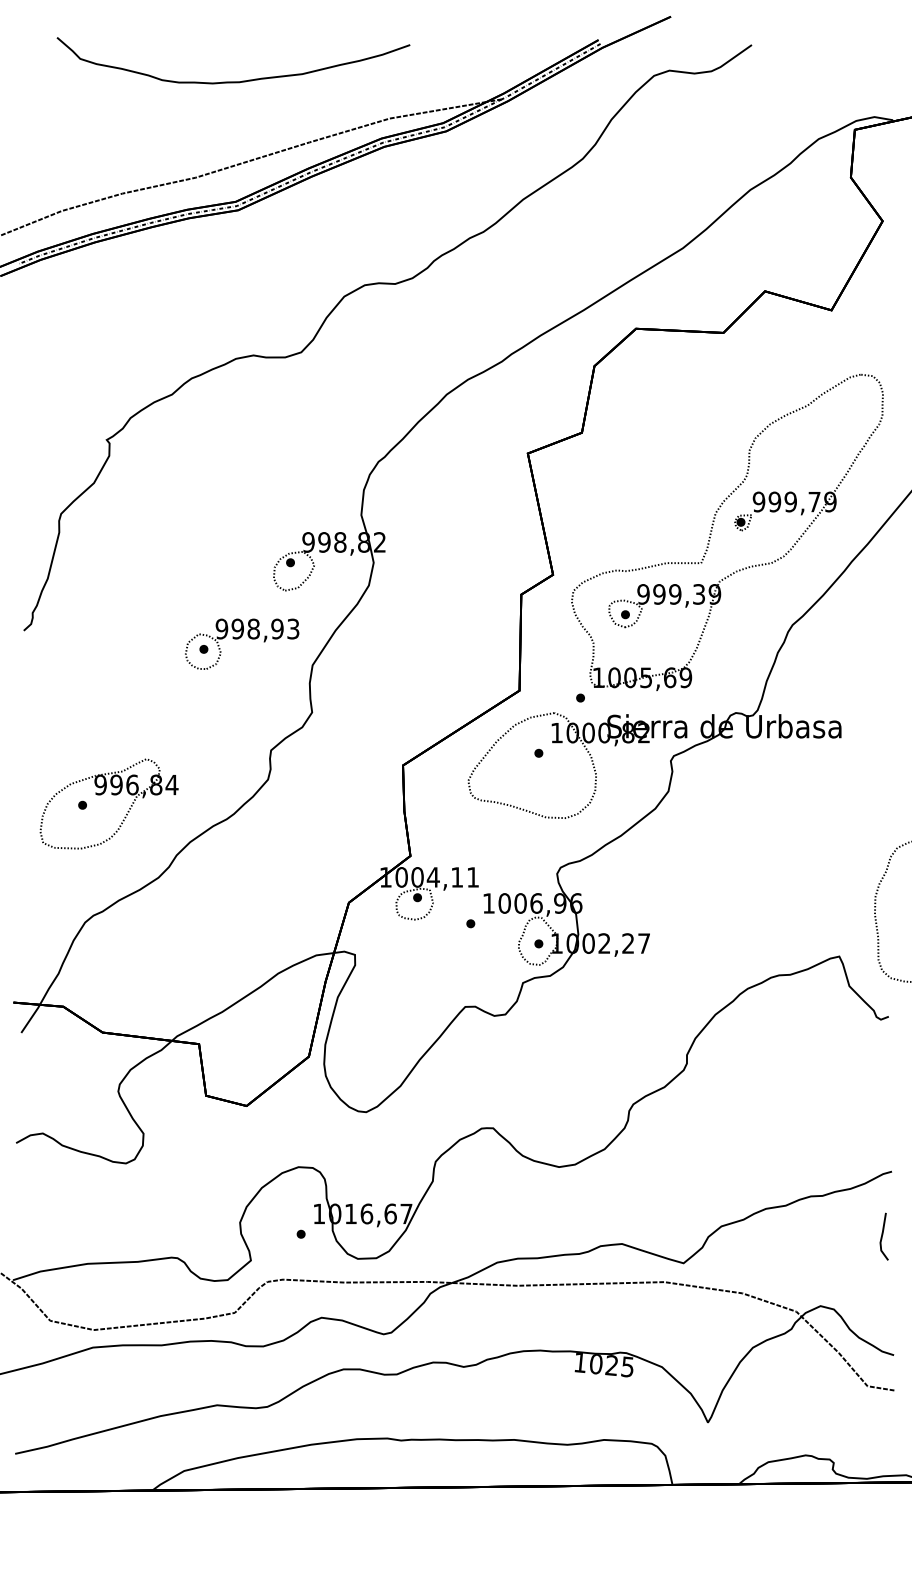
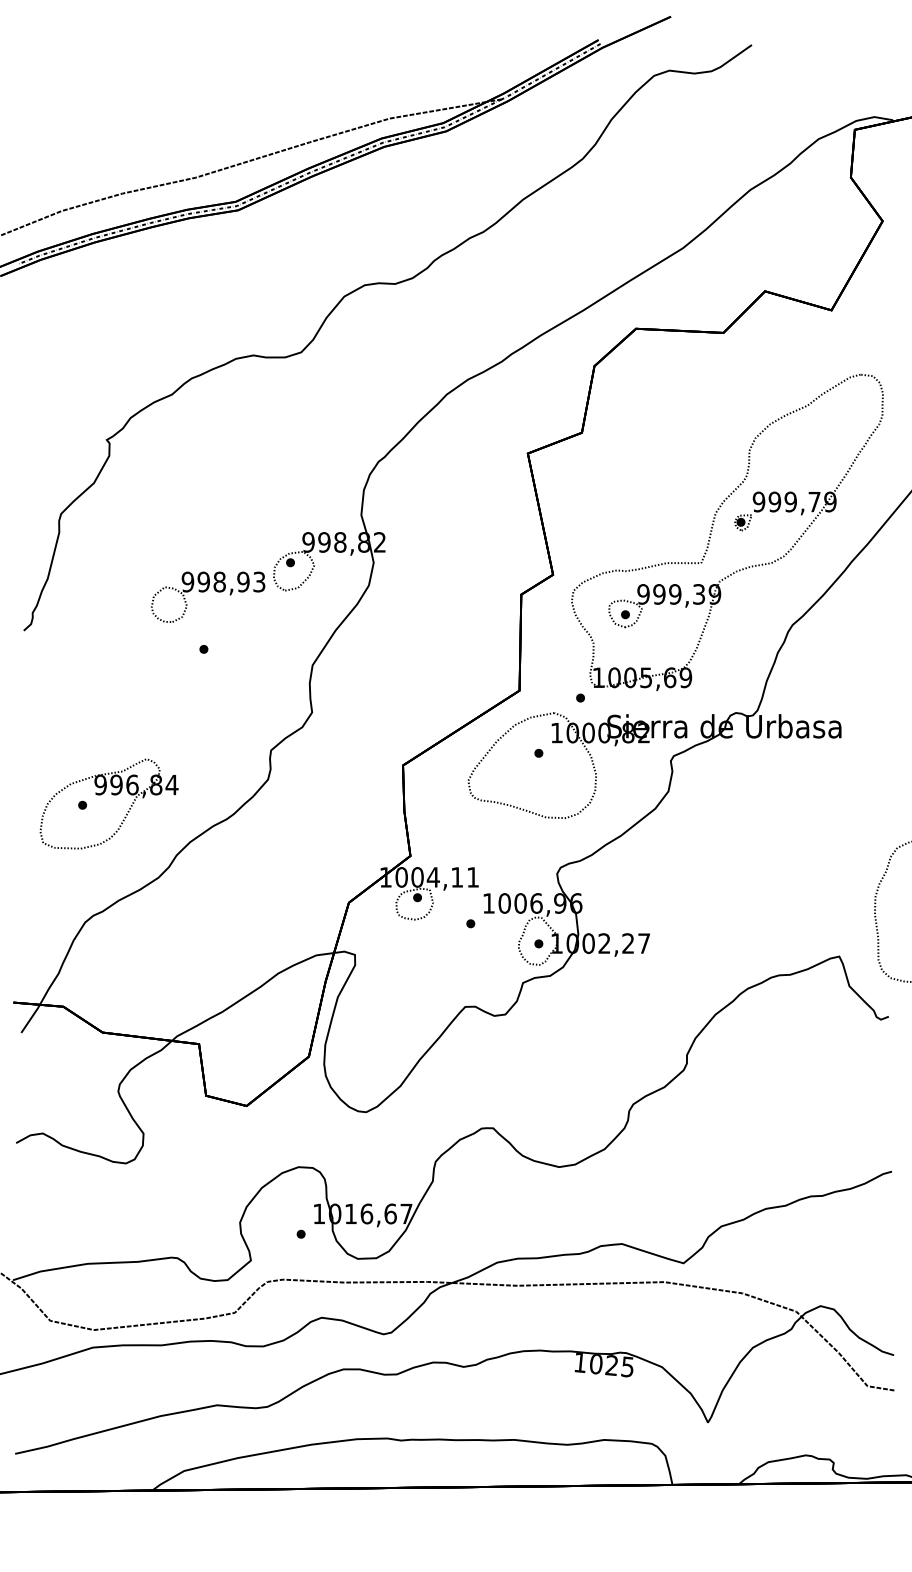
curve at (233, 81): present -> none
part at (242, 643) position: (242, 643) -> (208, 596)
line at (882, 1236): present -> none
